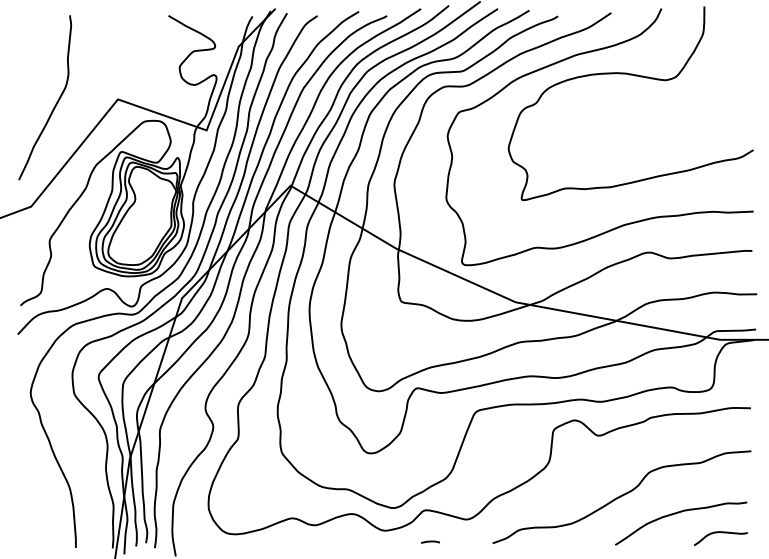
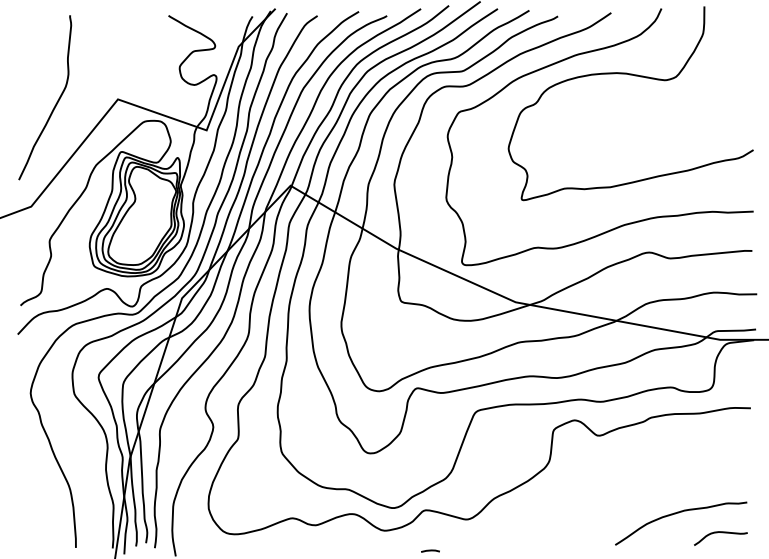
curve at (621, 496): present -> none
line at (430, 541) position: (430, 541) -> (430, 550)
